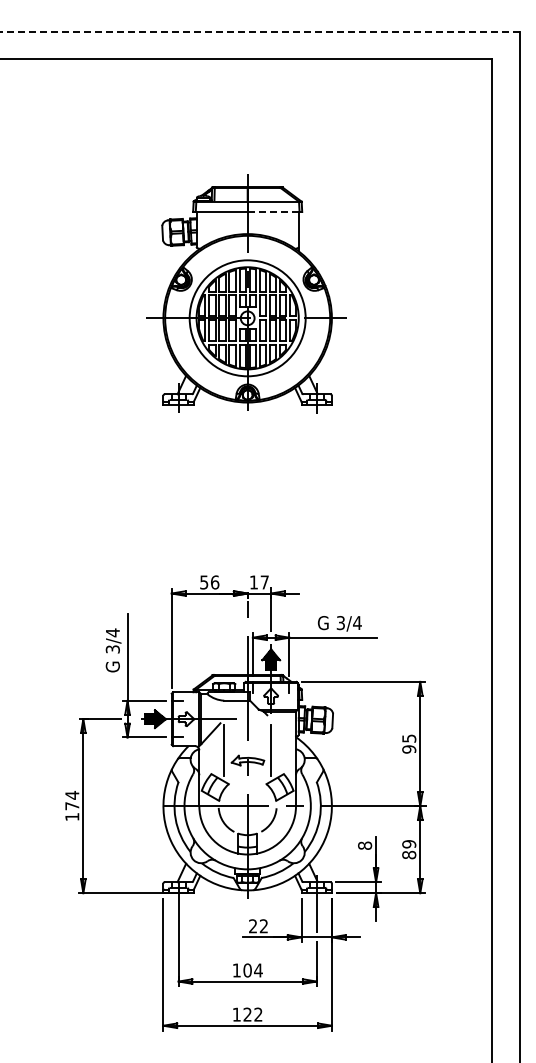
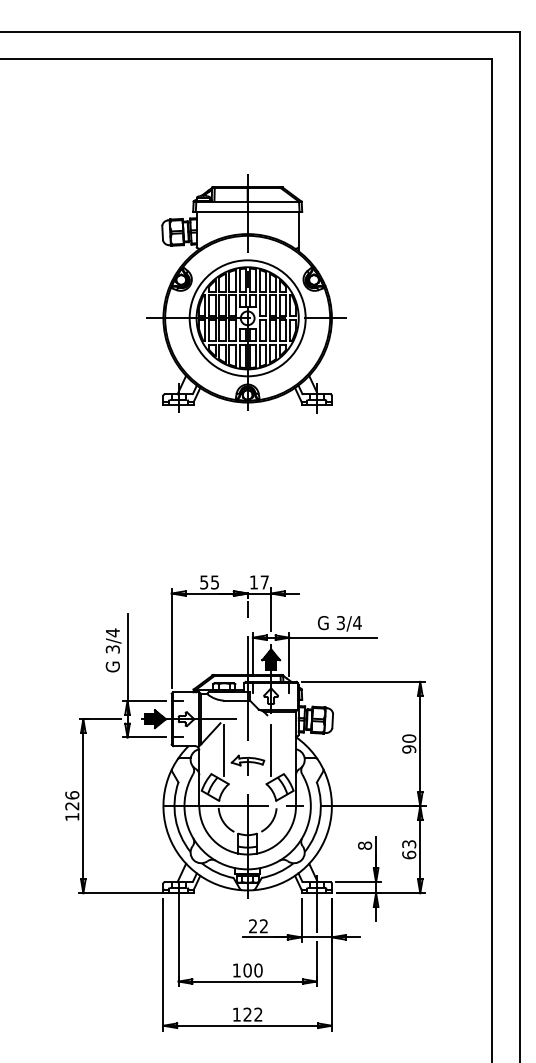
line at (260, 31): dashed -> solid
line at (273, 212): dashed -> solid
text at (215, 582): 56 -> 55
text at (409, 738): 95 -> 90
text at (72, 800): 174 -> 126
text at (409, 849): 89 -> 63
text at (258, 970): 104 -> 100
